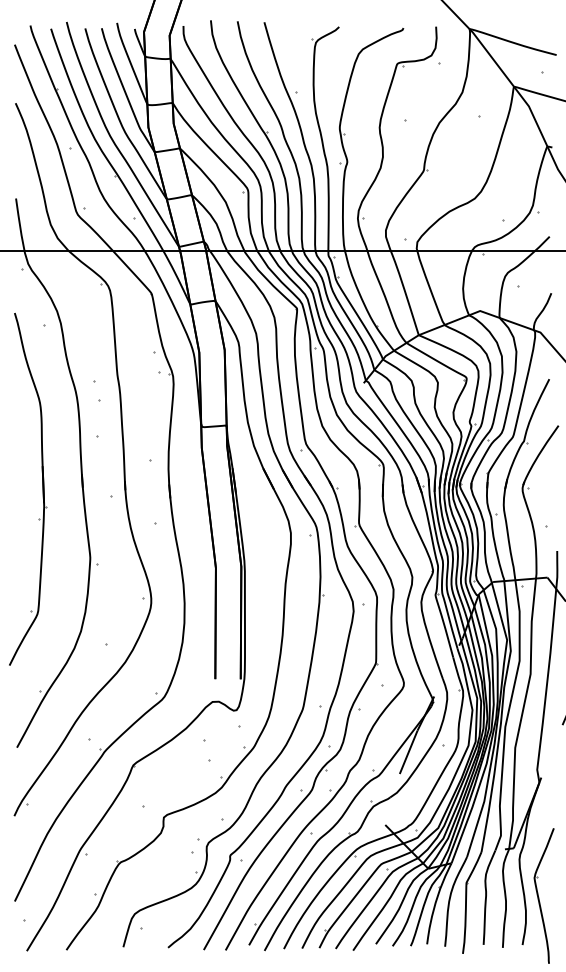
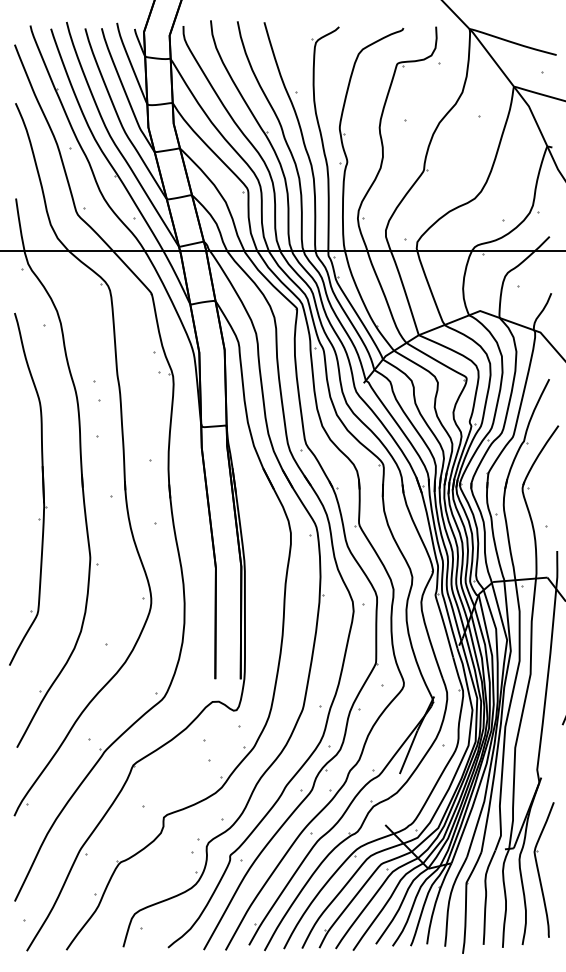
part at (543, 895) position: (543, 895) -> (543, 869)
